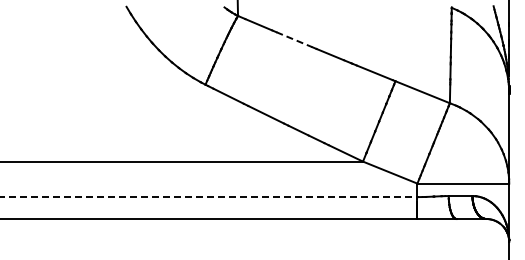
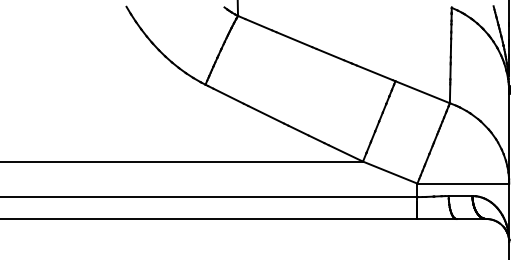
line at (294, 39): dashed -> solid
line at (209, 197): dashed -> solid
